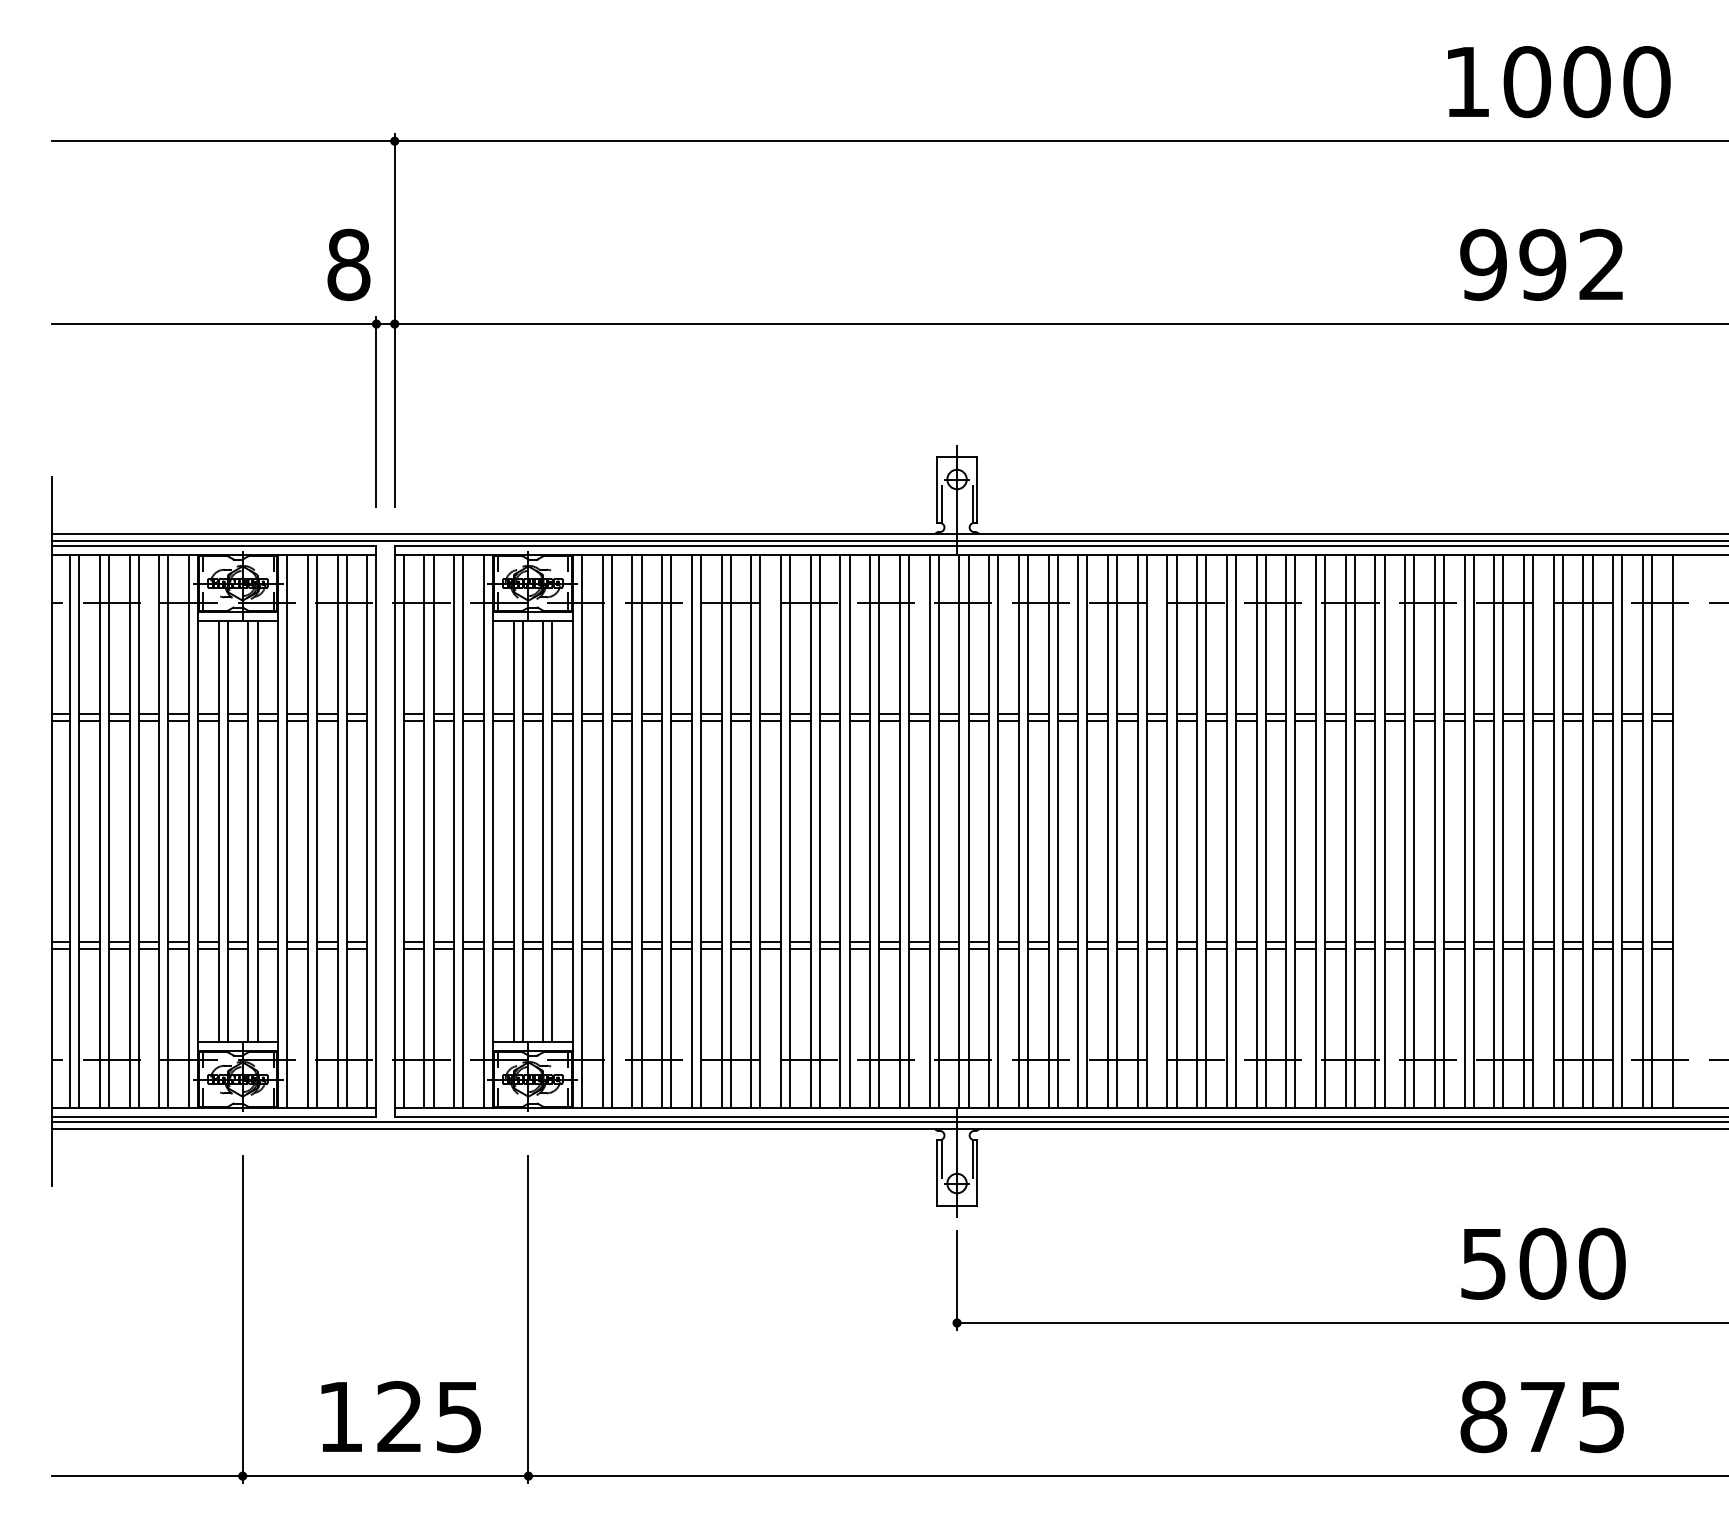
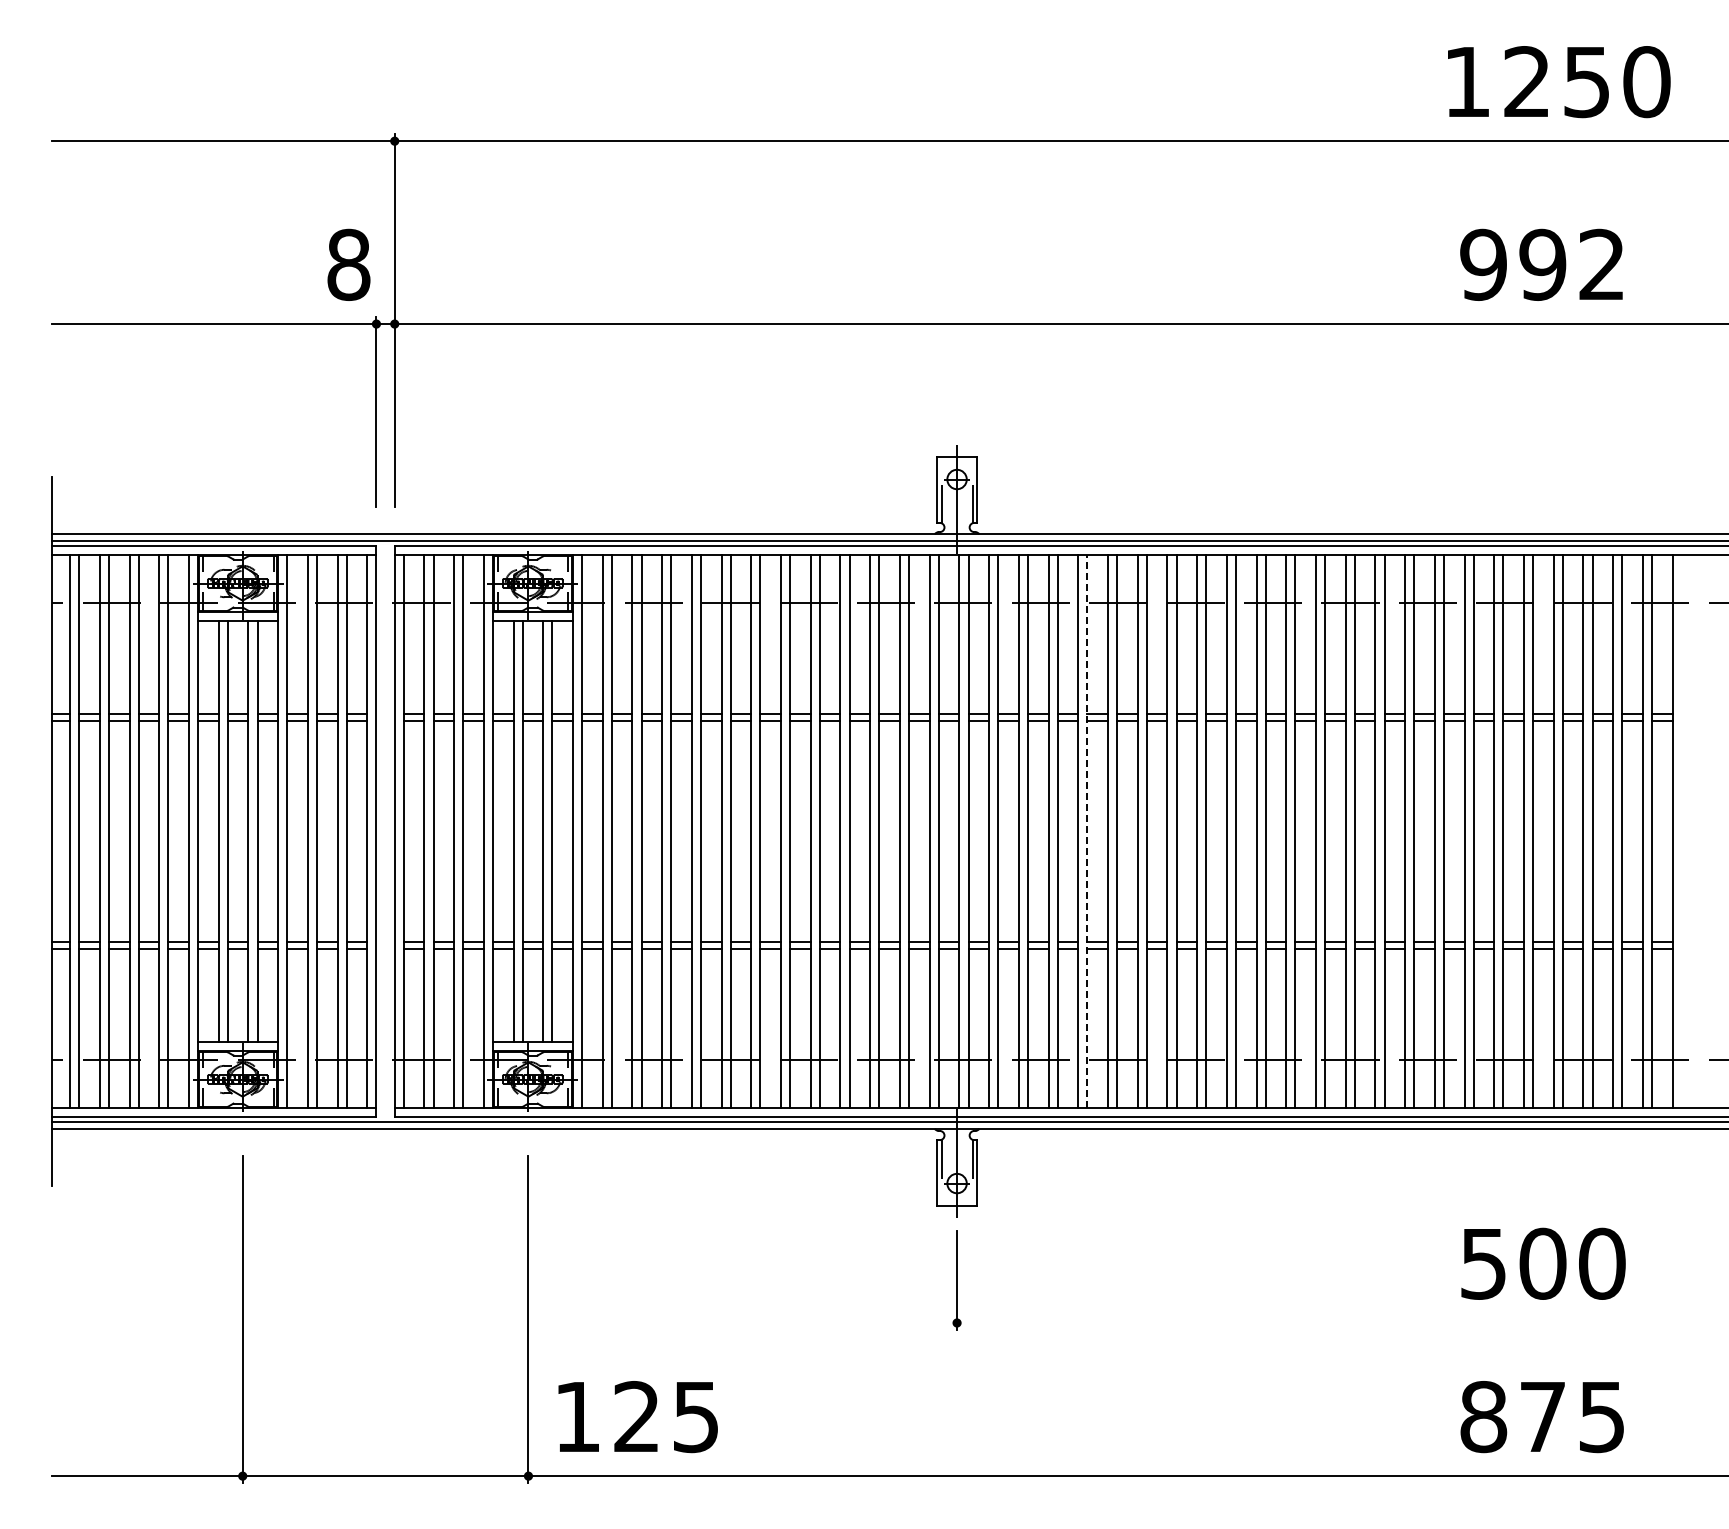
text at (1556, 82): 1000 -> 1250
line at (1087, 831): solid -> dashed
line at (1341, 1323): present -> none
text at (400, 1417) position: (400, 1417) -> (637, 1417)
